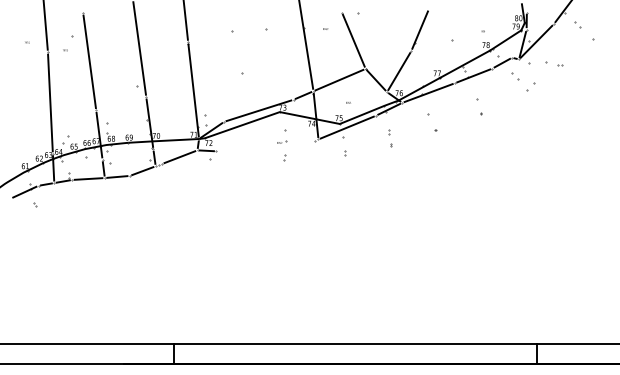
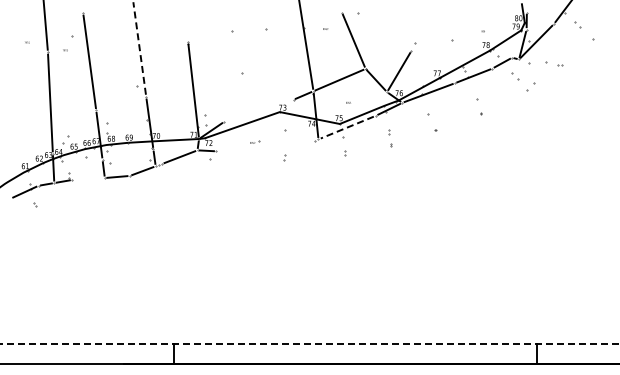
line at (185, 20): present -> none
line at (419, 29): present -> none
line at (139, 48): solid -> dashed
line at (258, 110): present -> none
line at (347, 127): solid -> dashed
part at (282, 141) position: (282, 141) -> (255, 141)
line at (88, 178): present -> none
line at (310, 344): solid -> dashed
